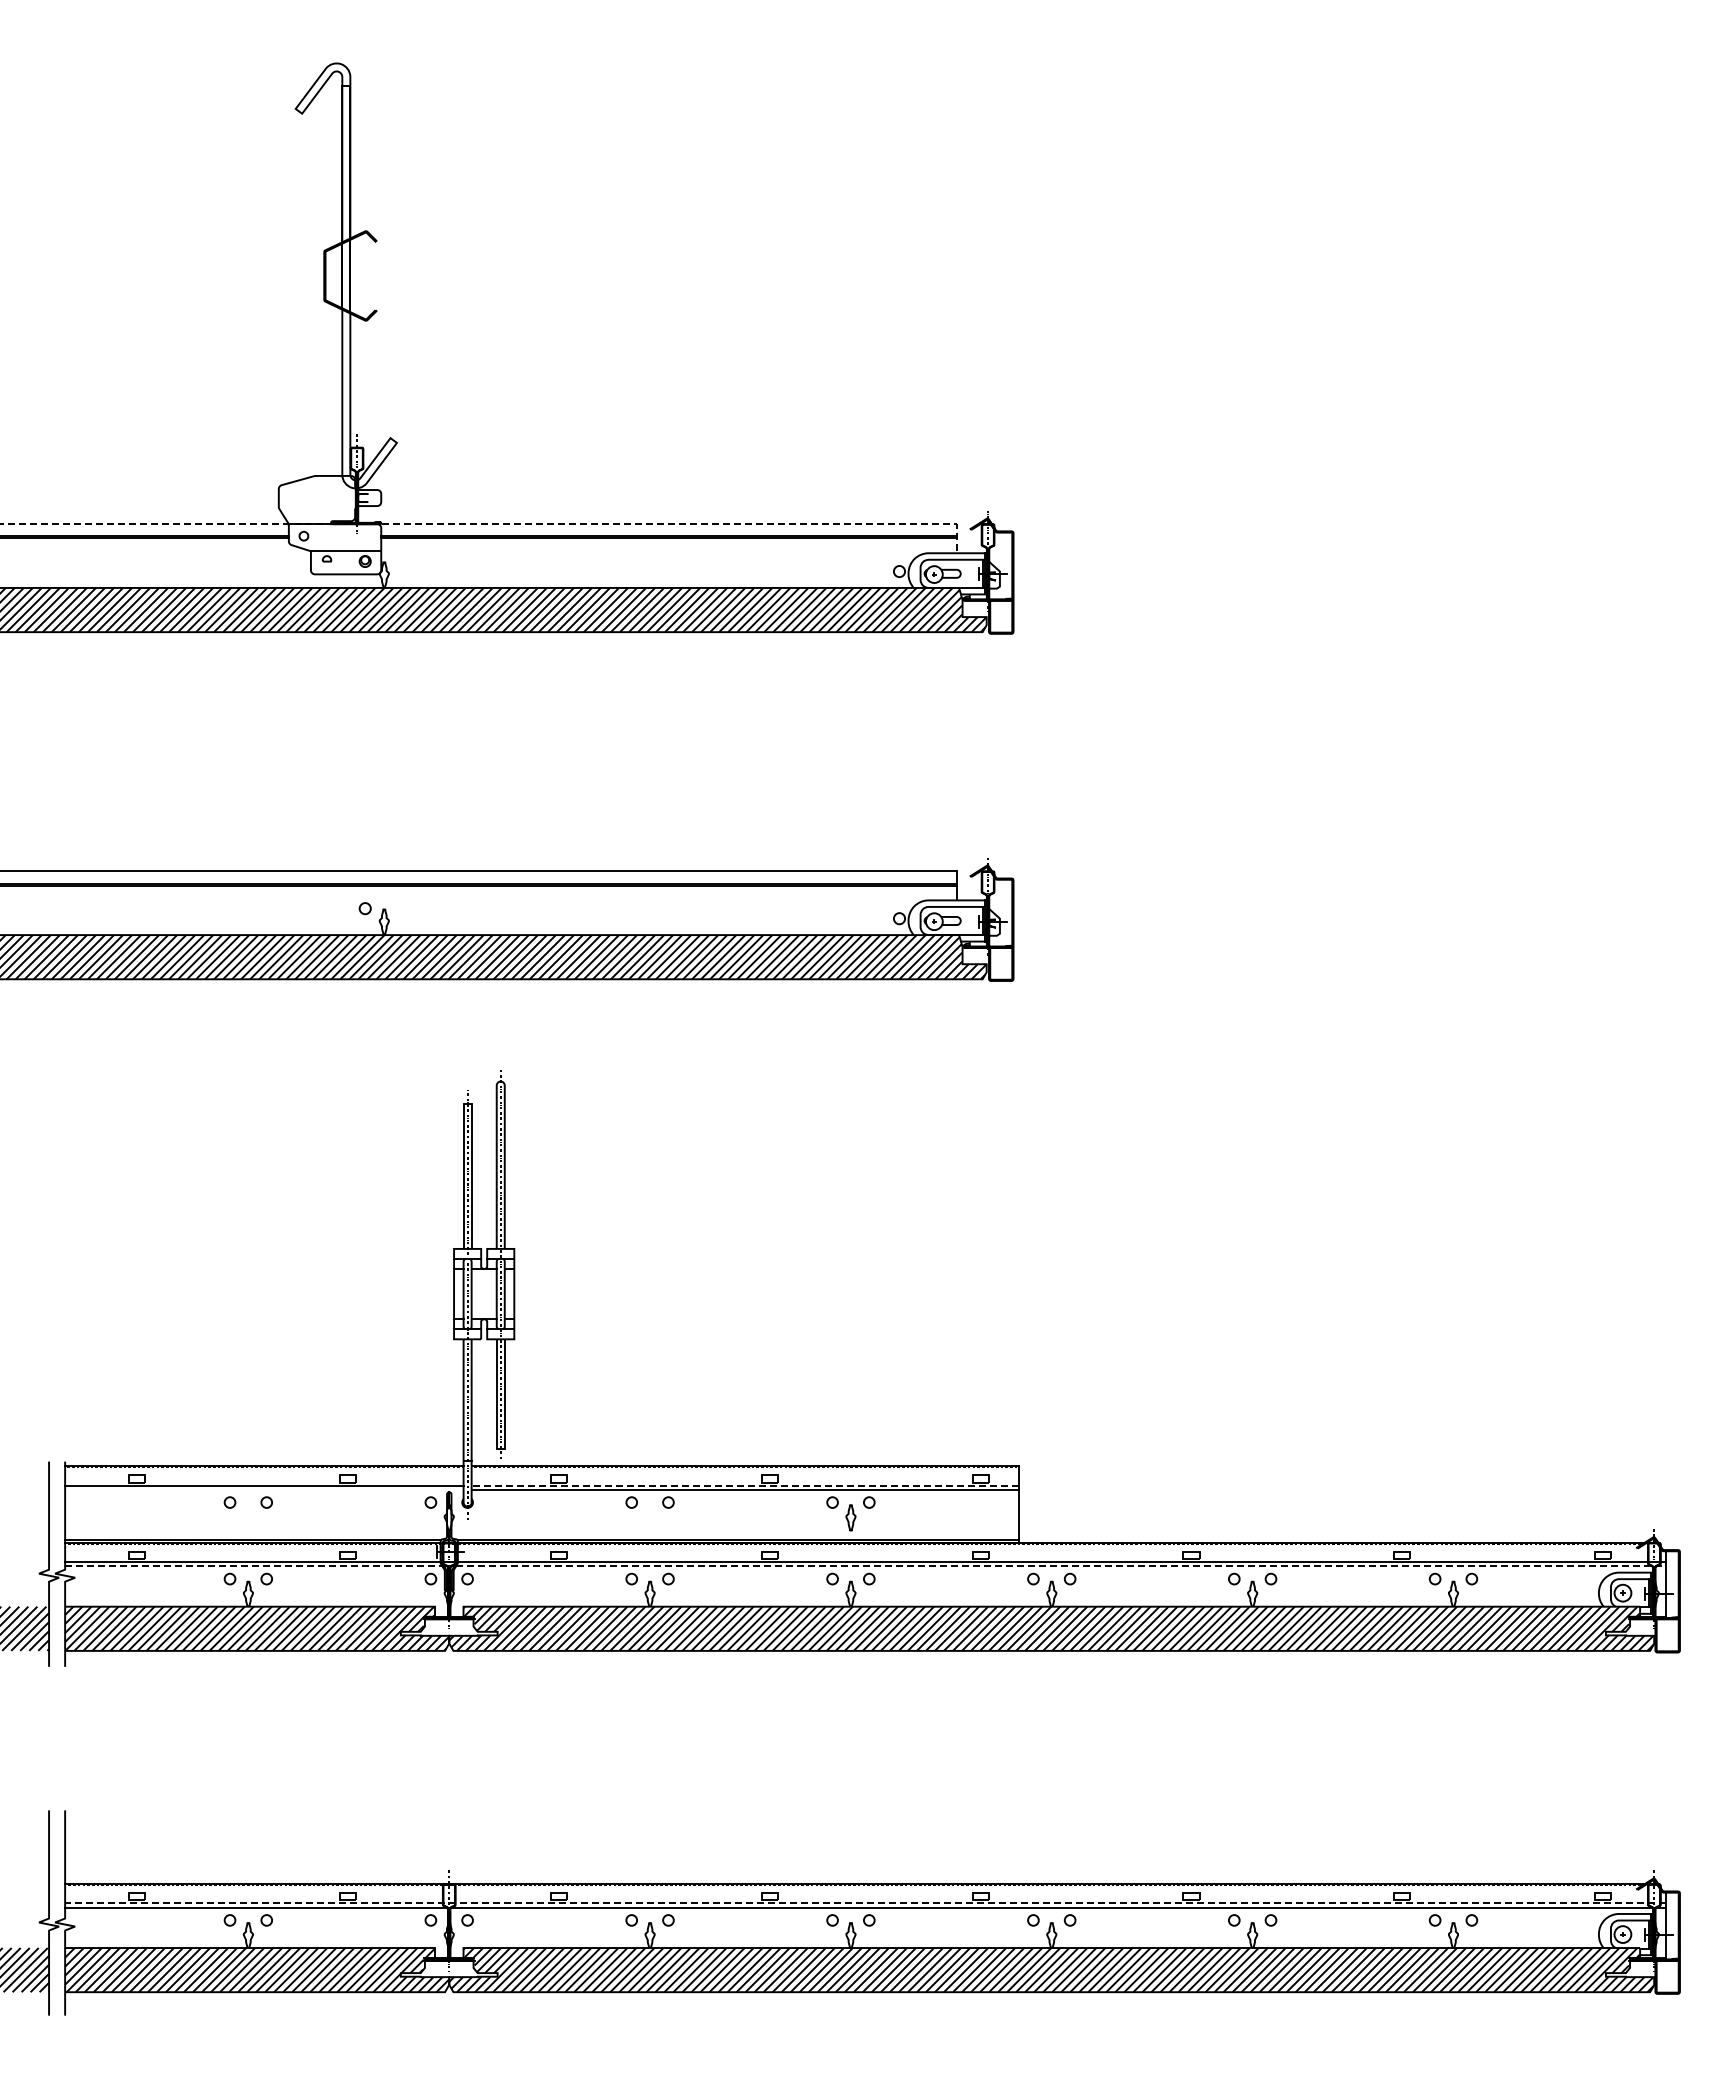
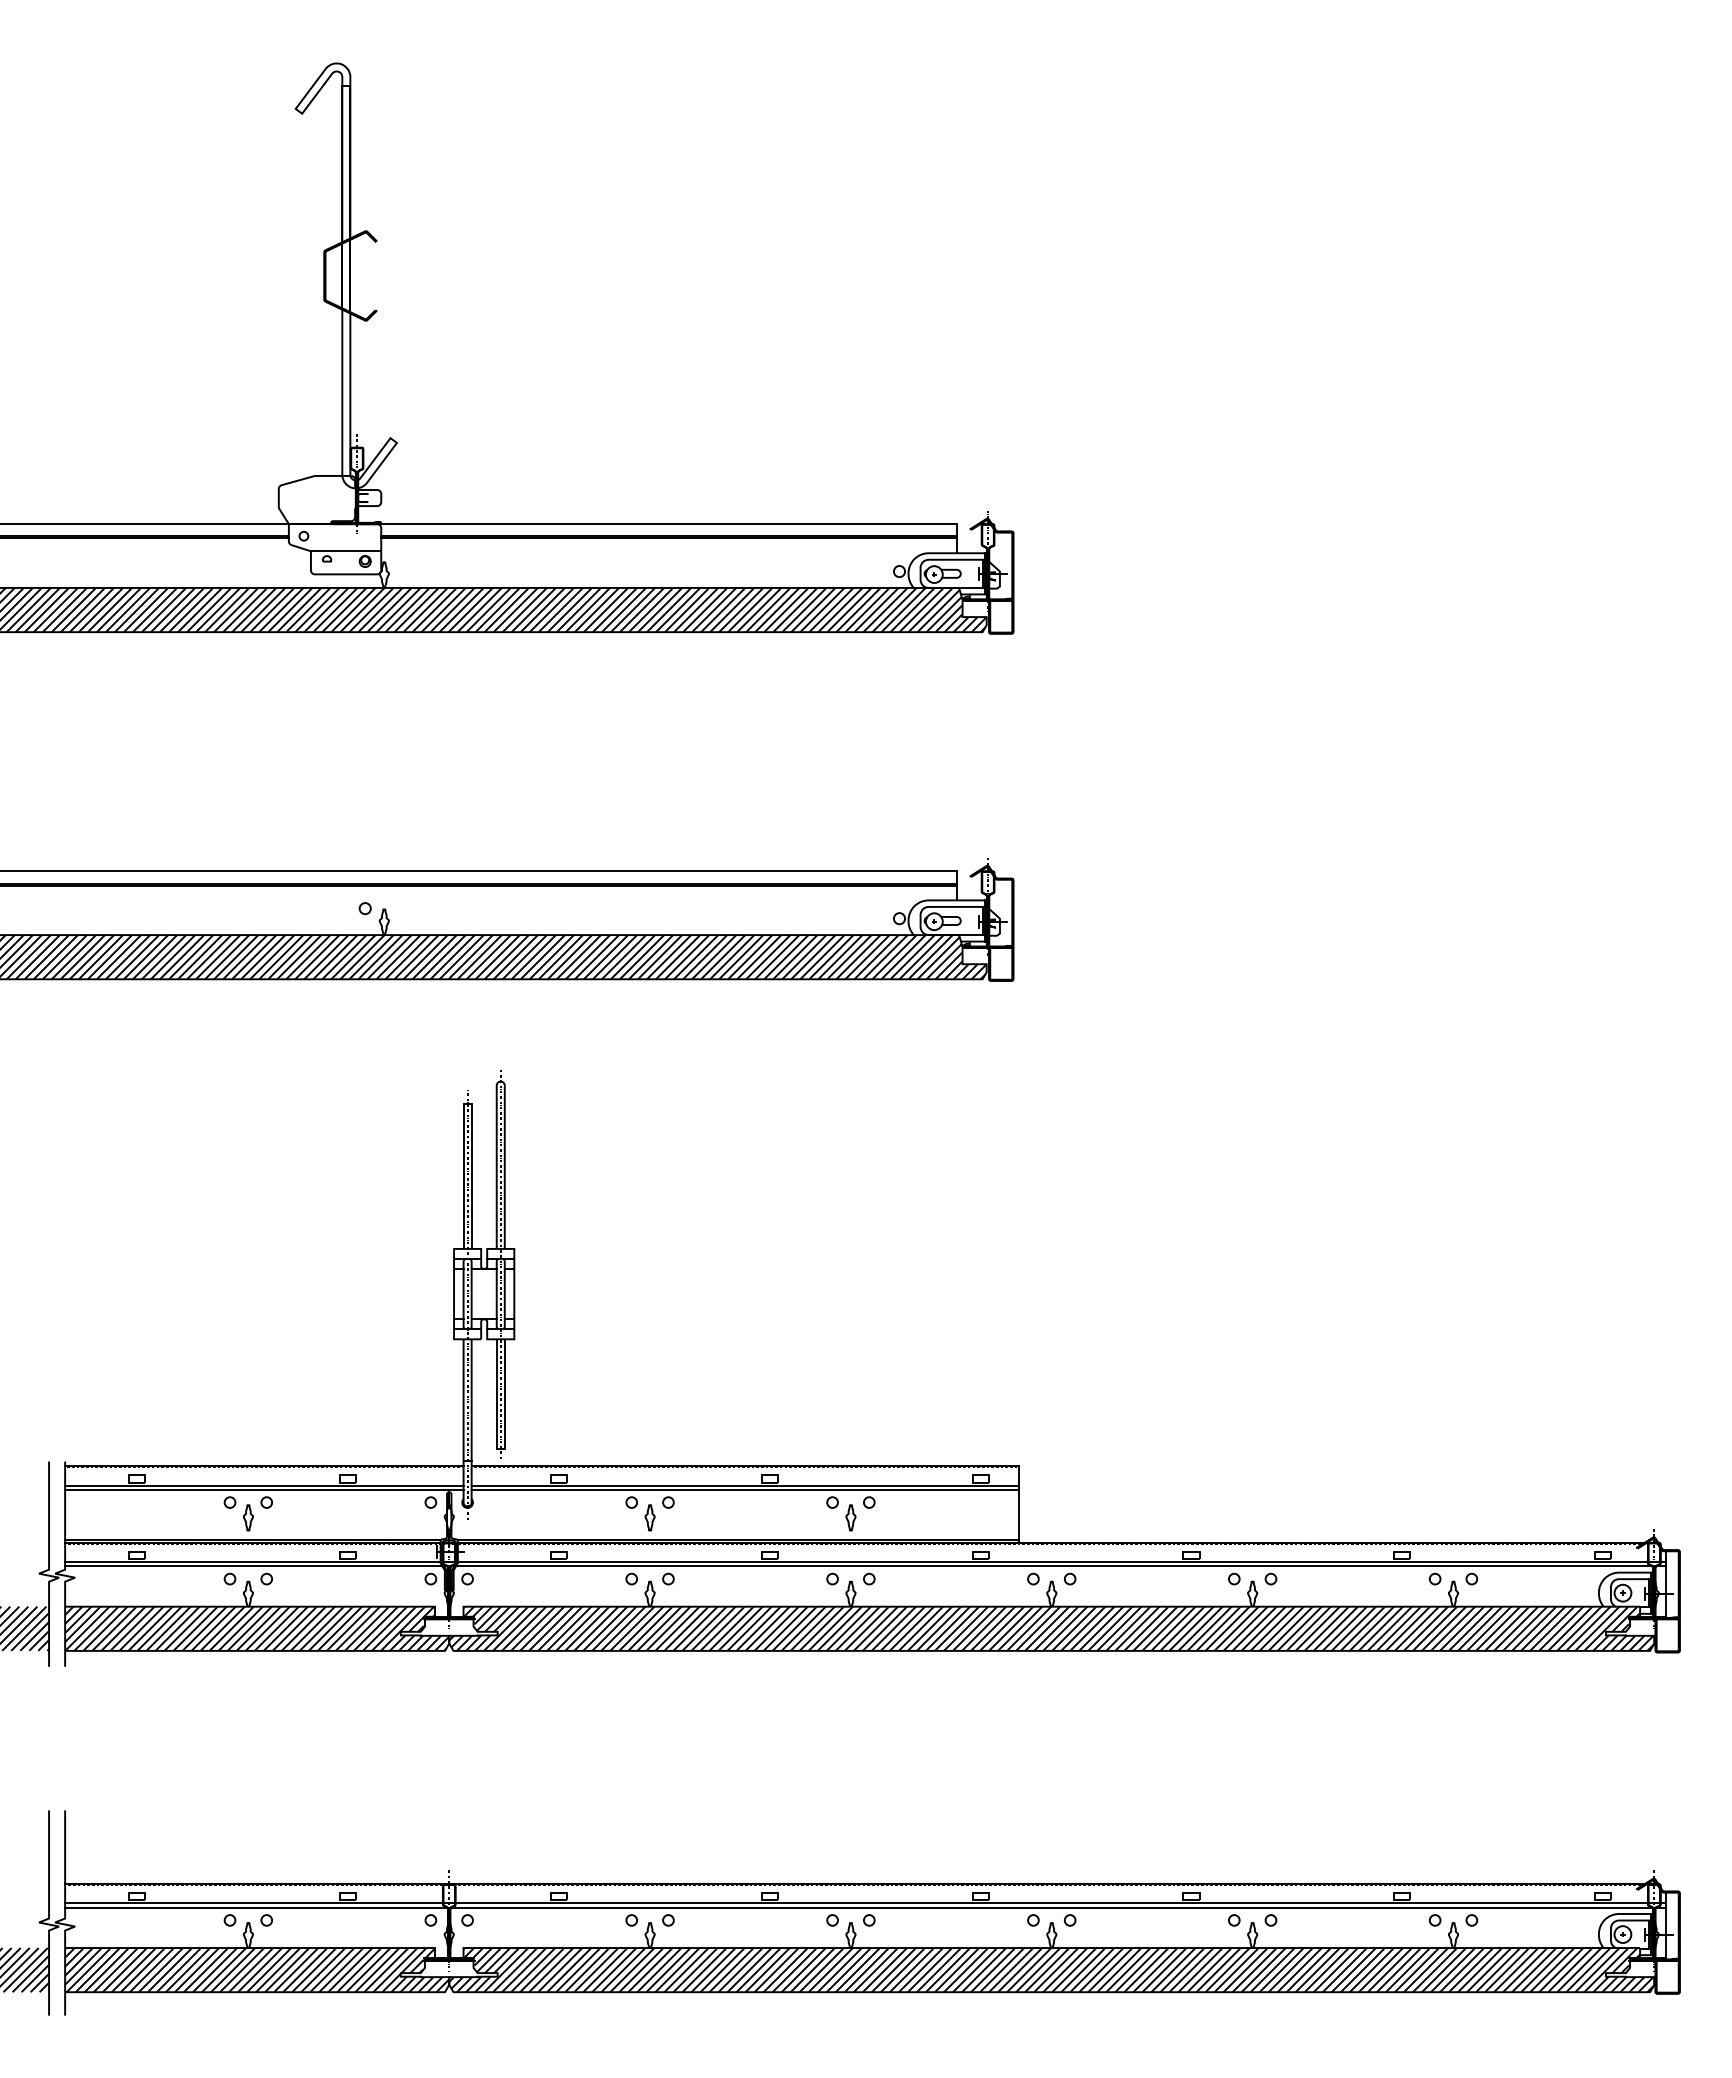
line at (493, 524): dashed -> solid
line at (745, 1485): dashed -> solid
line at (264, 1489): none -> present
part at (248, 1517): none -> present
part at (649, 1517): none -> present
line at (253, 1566): dashed -> solid
line at (1060, 1566): dashed -> solid
line at (864, 1903): dashed -> solid
